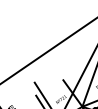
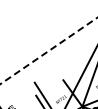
line at (49, 50): solid -> dashed
